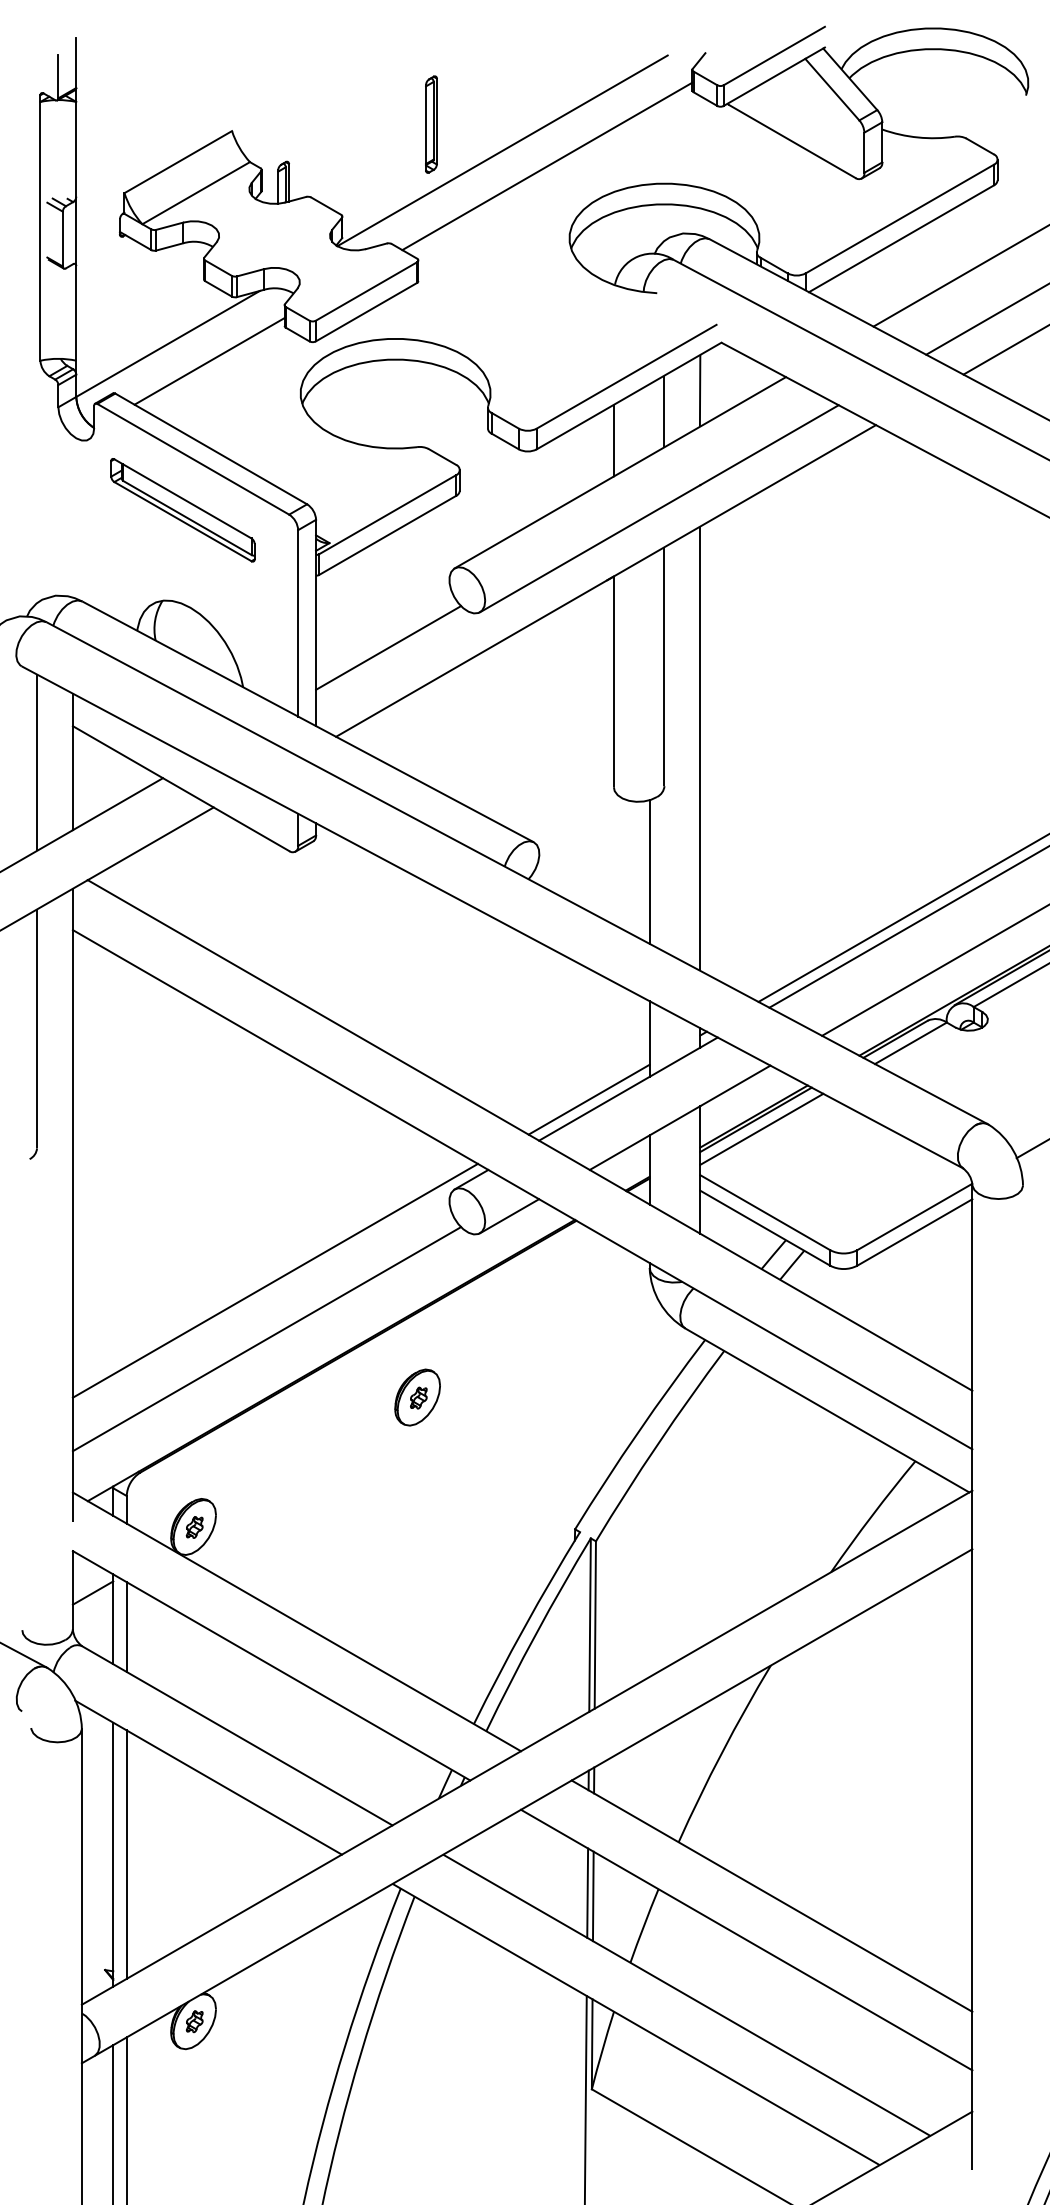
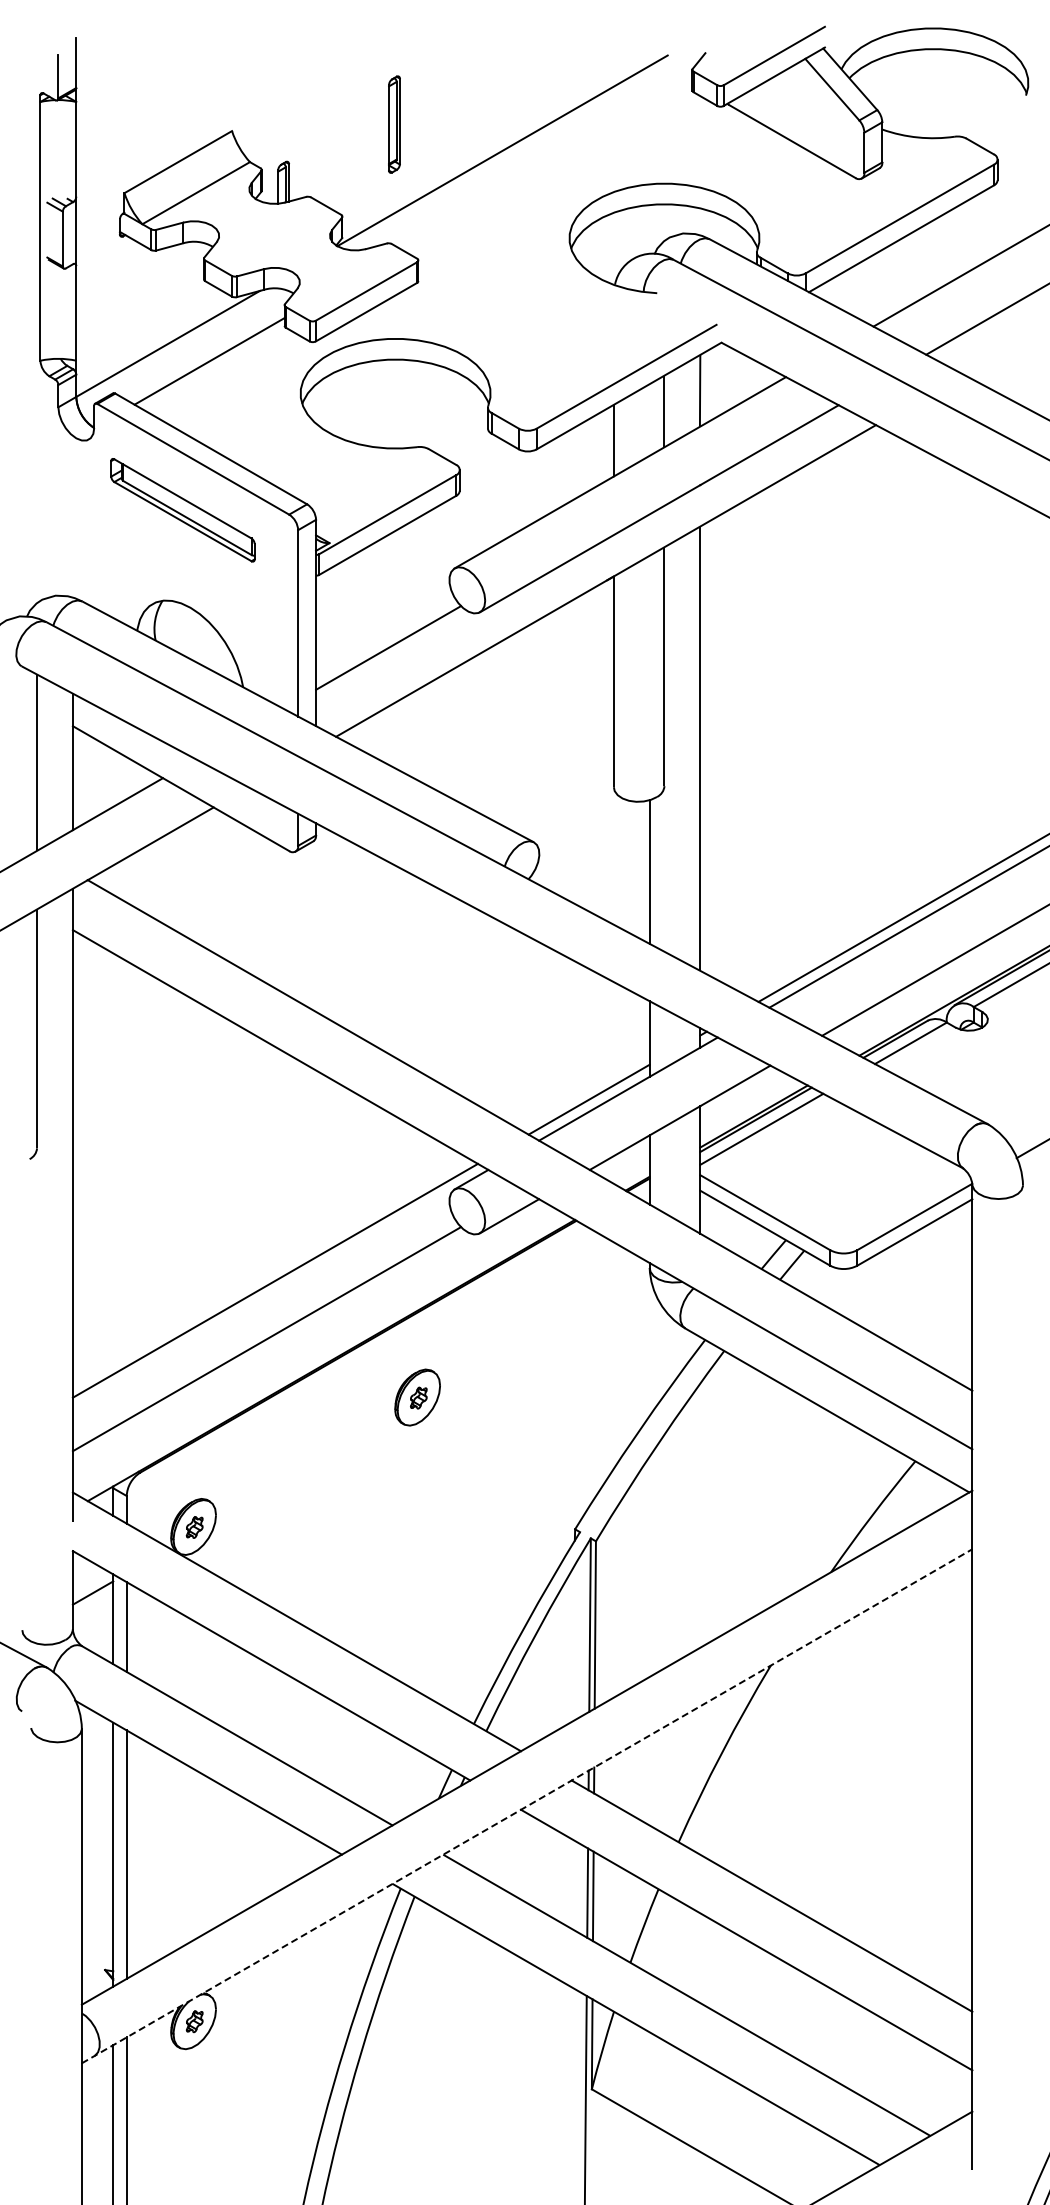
part at (431, 124) position: (431, 124) -> (394, 124)
line at (547, 166): present -> none
line at (1004, 350): present -> none
line at (527, 1806): solid -> dashed
